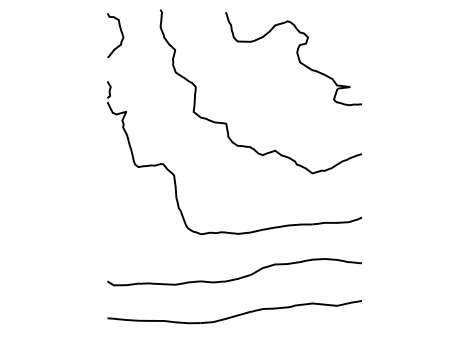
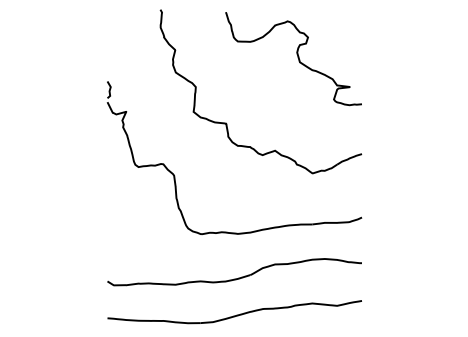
curve at (120, 32): present -> none
